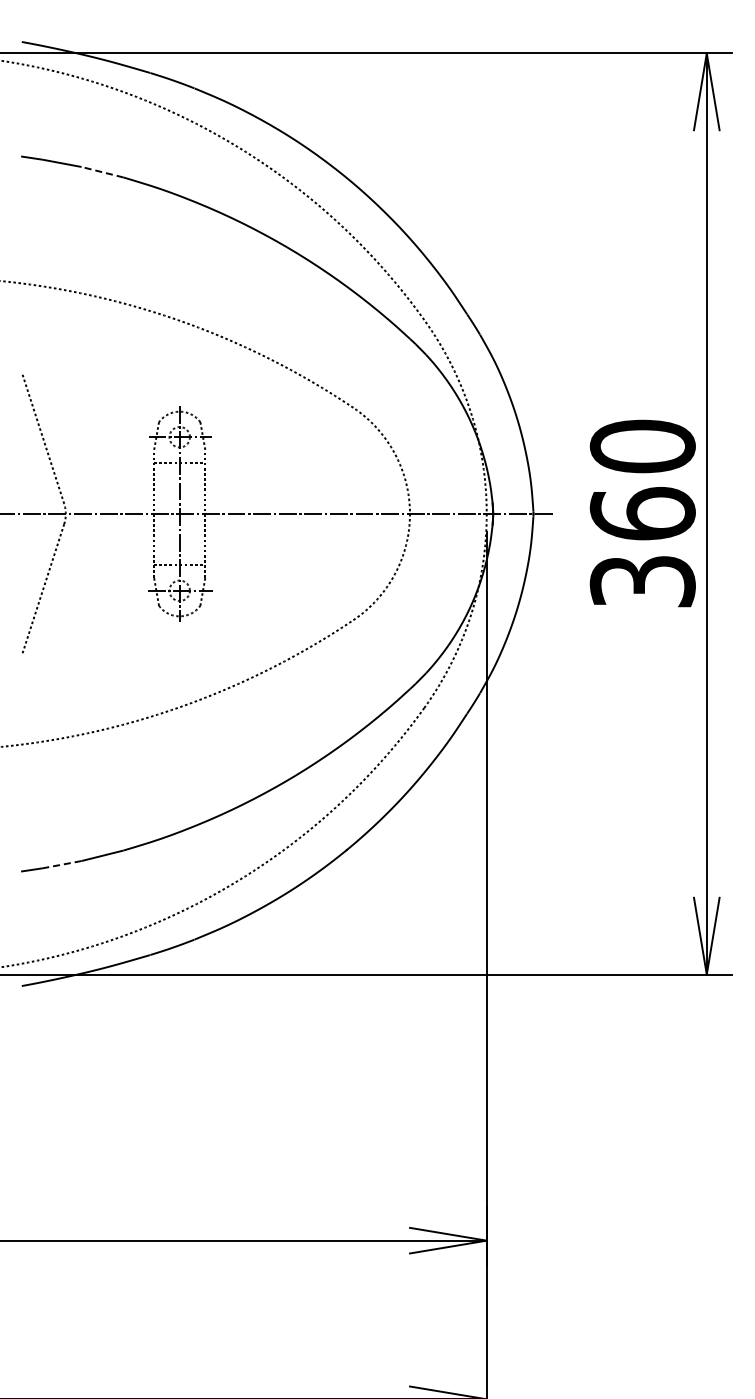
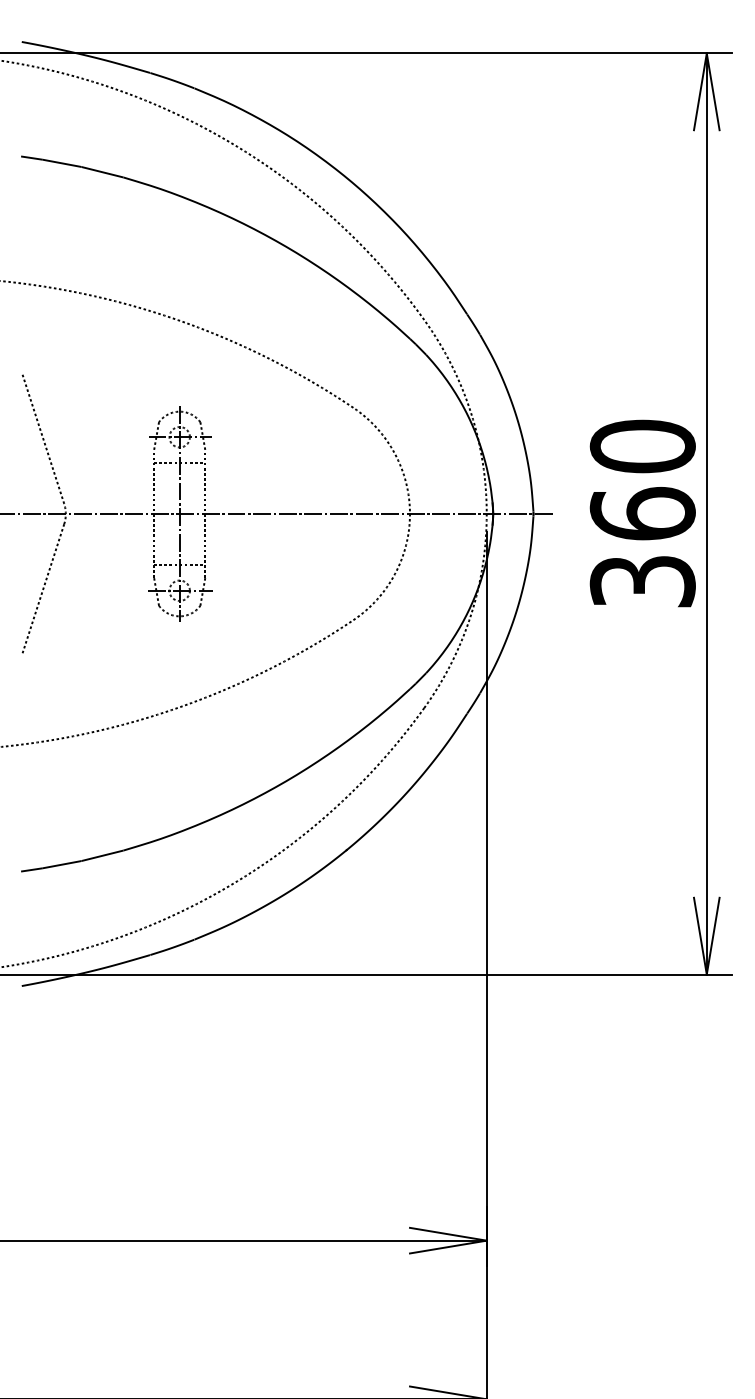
line at (102, 172): dashed -> solid
line at (62, 864): dashed -> solid
